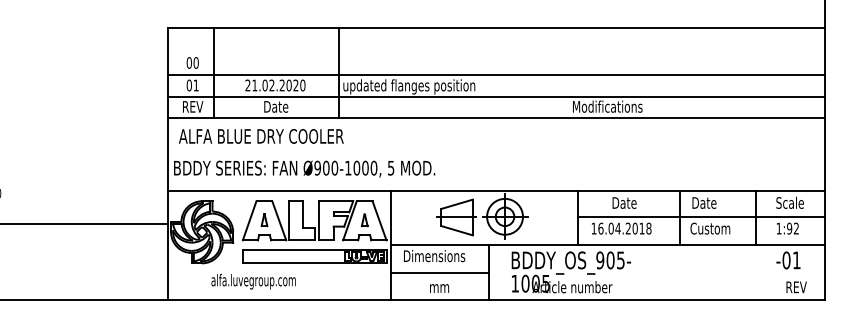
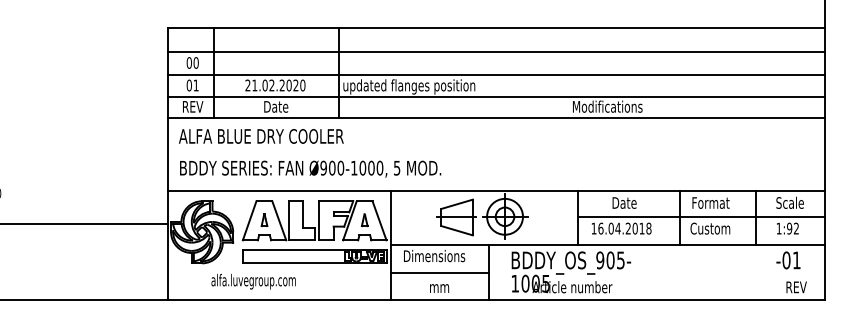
line at (496, 51): none -> present
text at (304, 168) position: (304, 168) -> (310, 168)
text at (711, 202): Date -> Format
